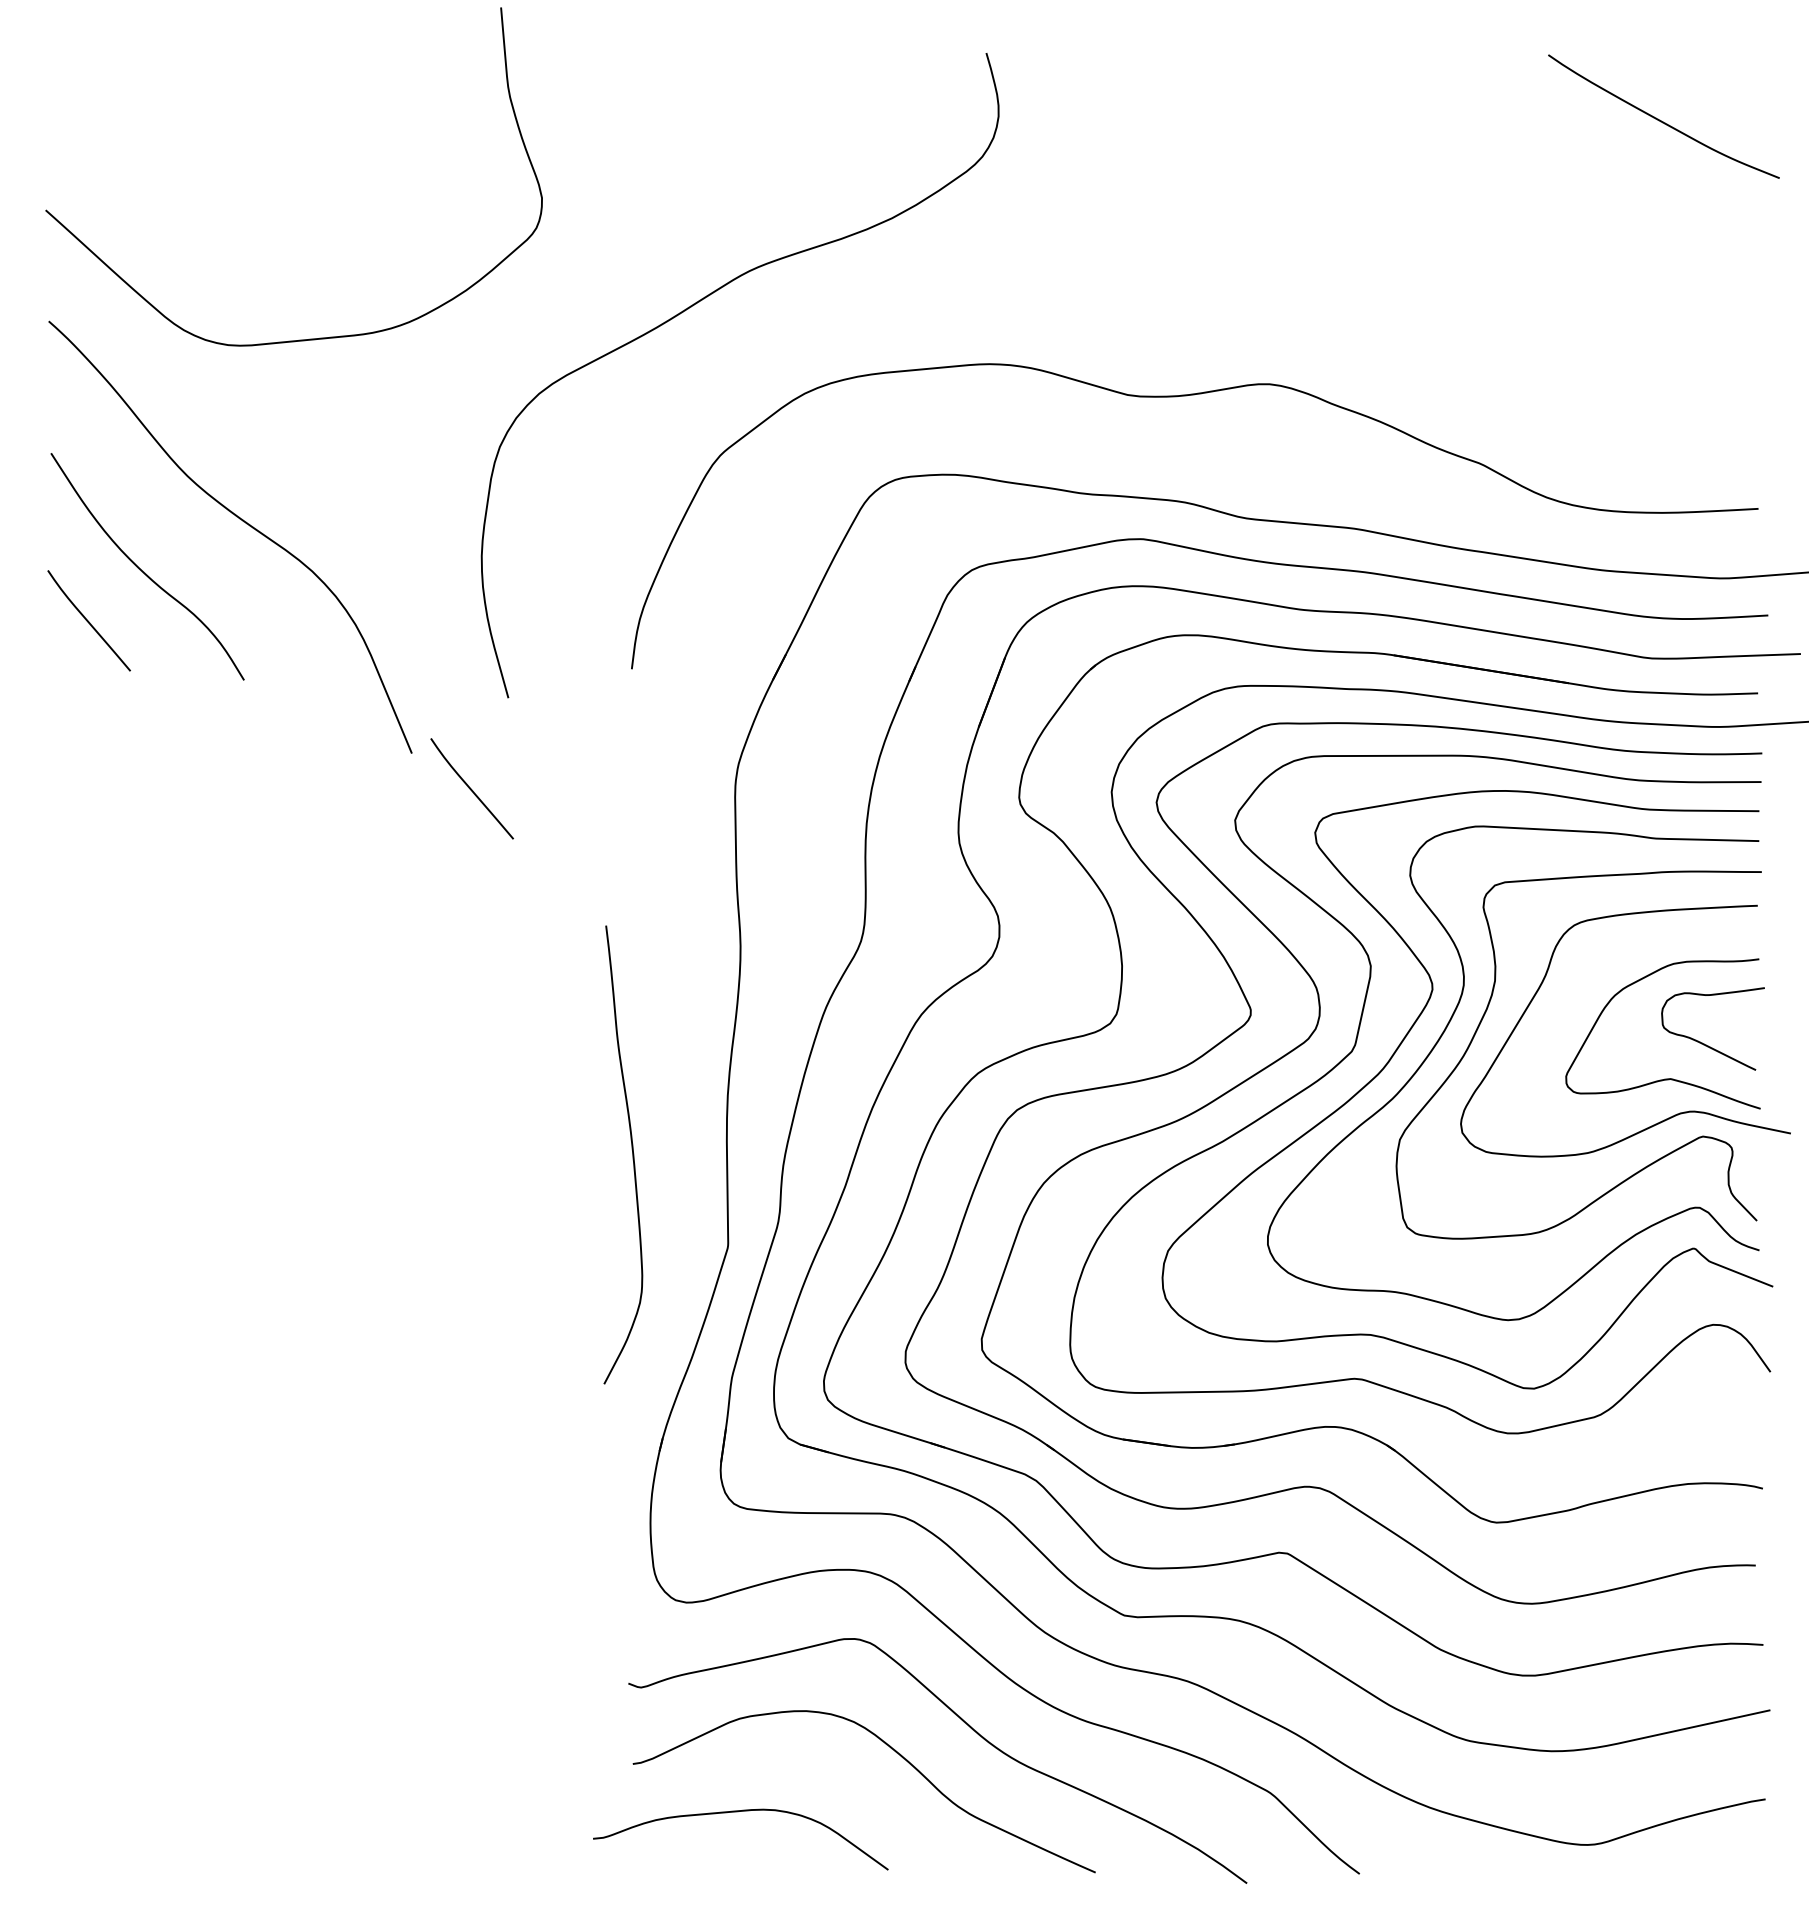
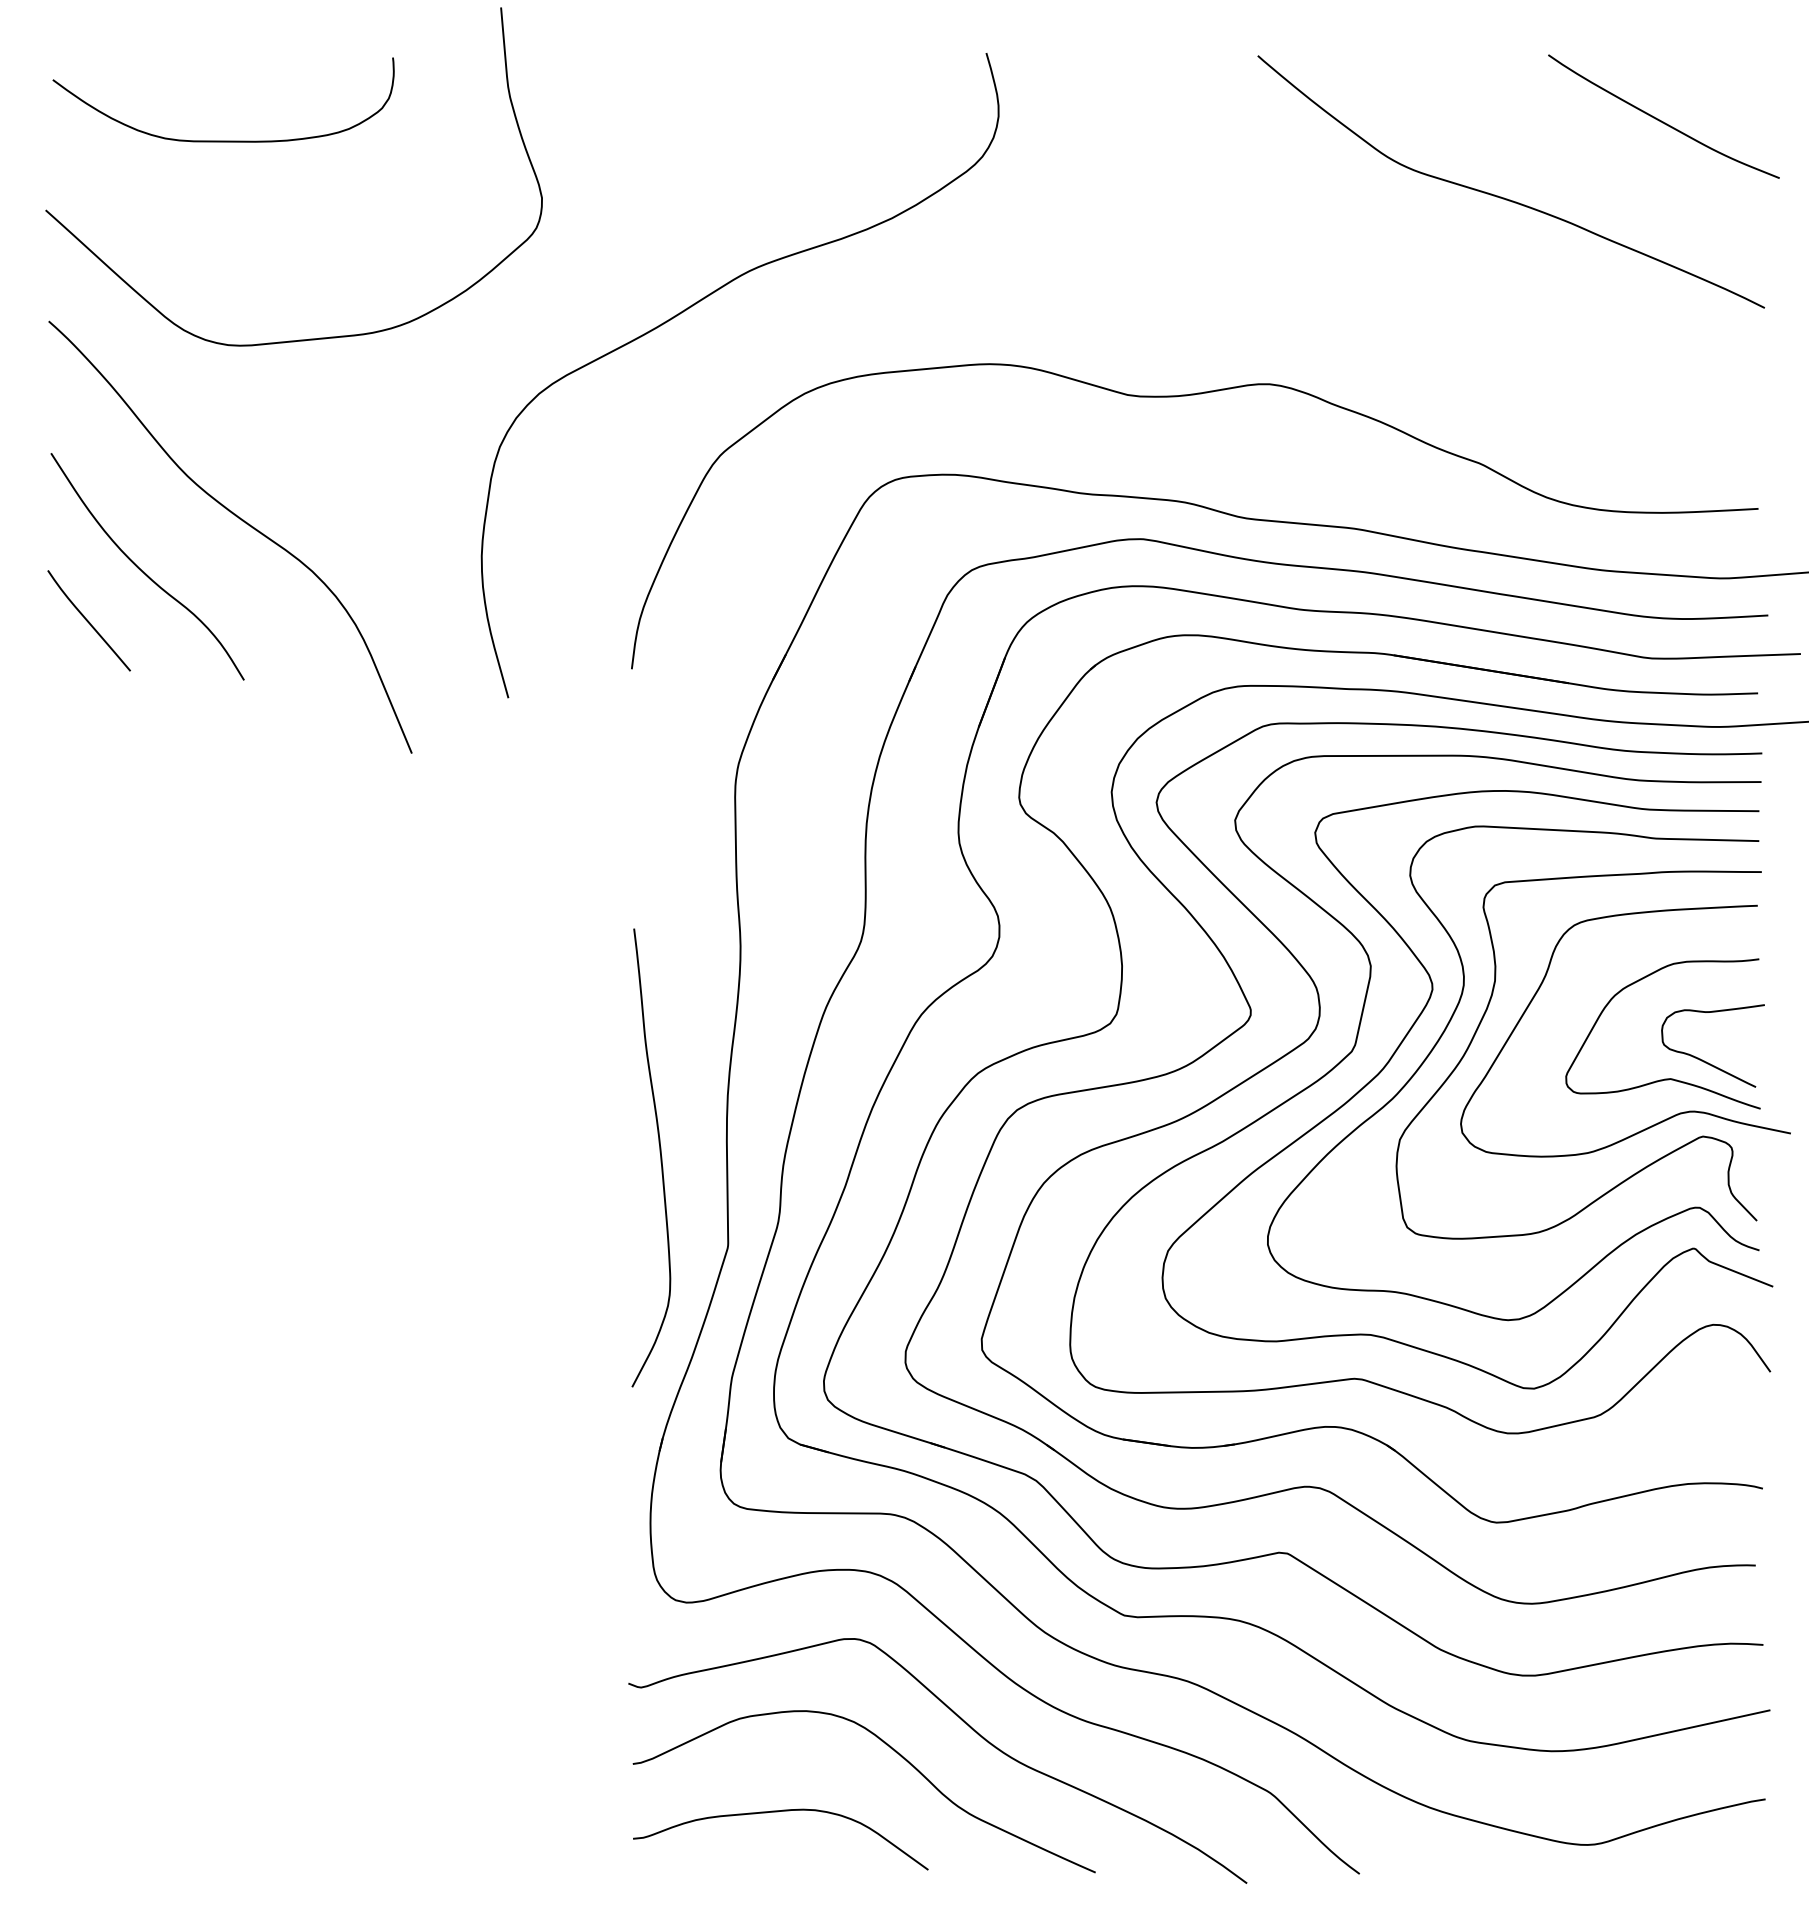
curve at (223, 140): none -> present
curve at (1504, 197): none -> present
curve at (471, 788): present -> none
curve at (1704, 1043) position: (1704, 1043) -> (1704, 1060)
curve at (632, 1154) position: (632, 1154) -> (660, 1157)
curve at (738, 1812) position: (738, 1812) -> (778, 1812)
